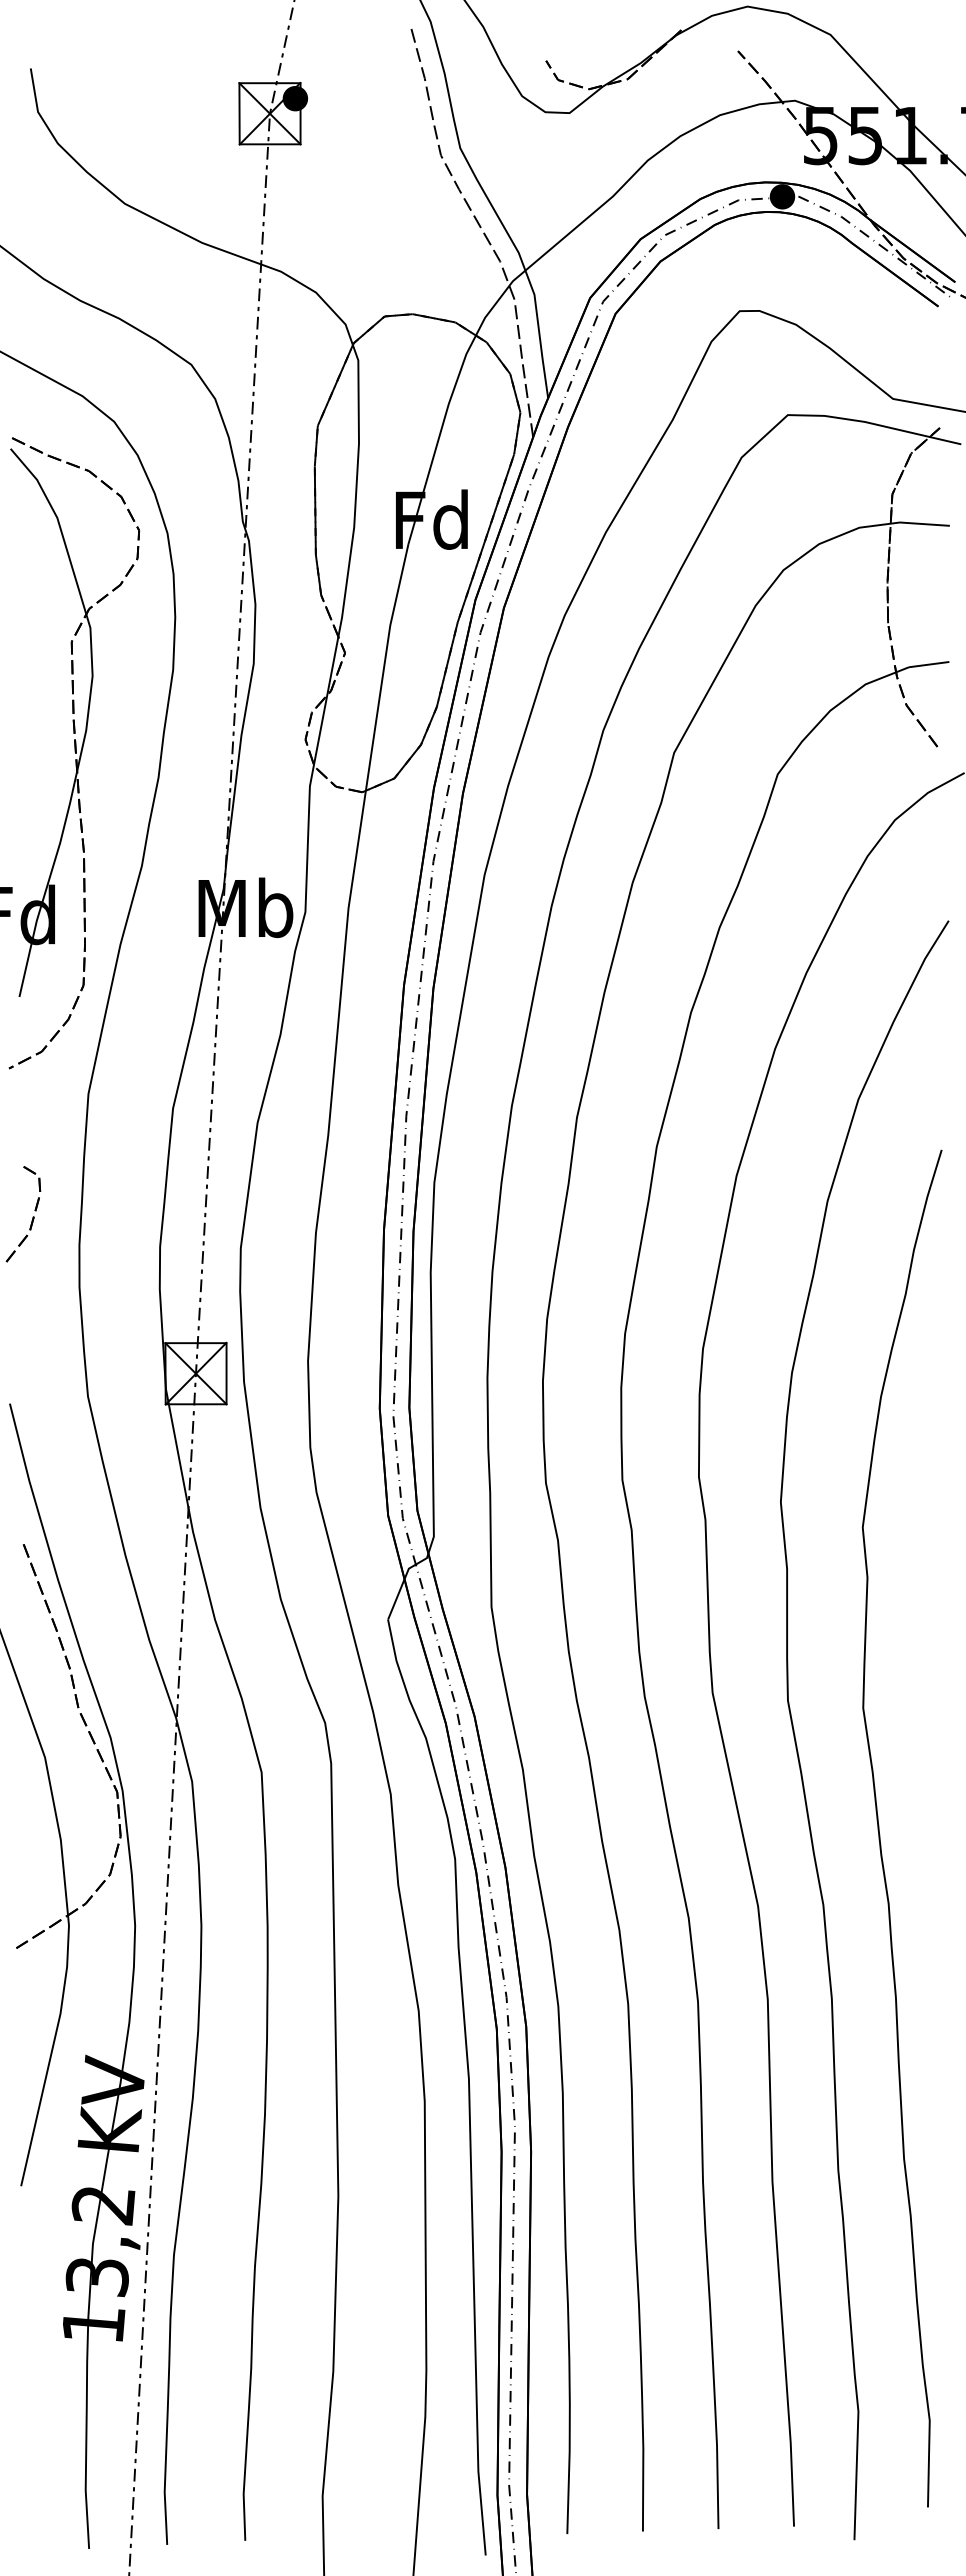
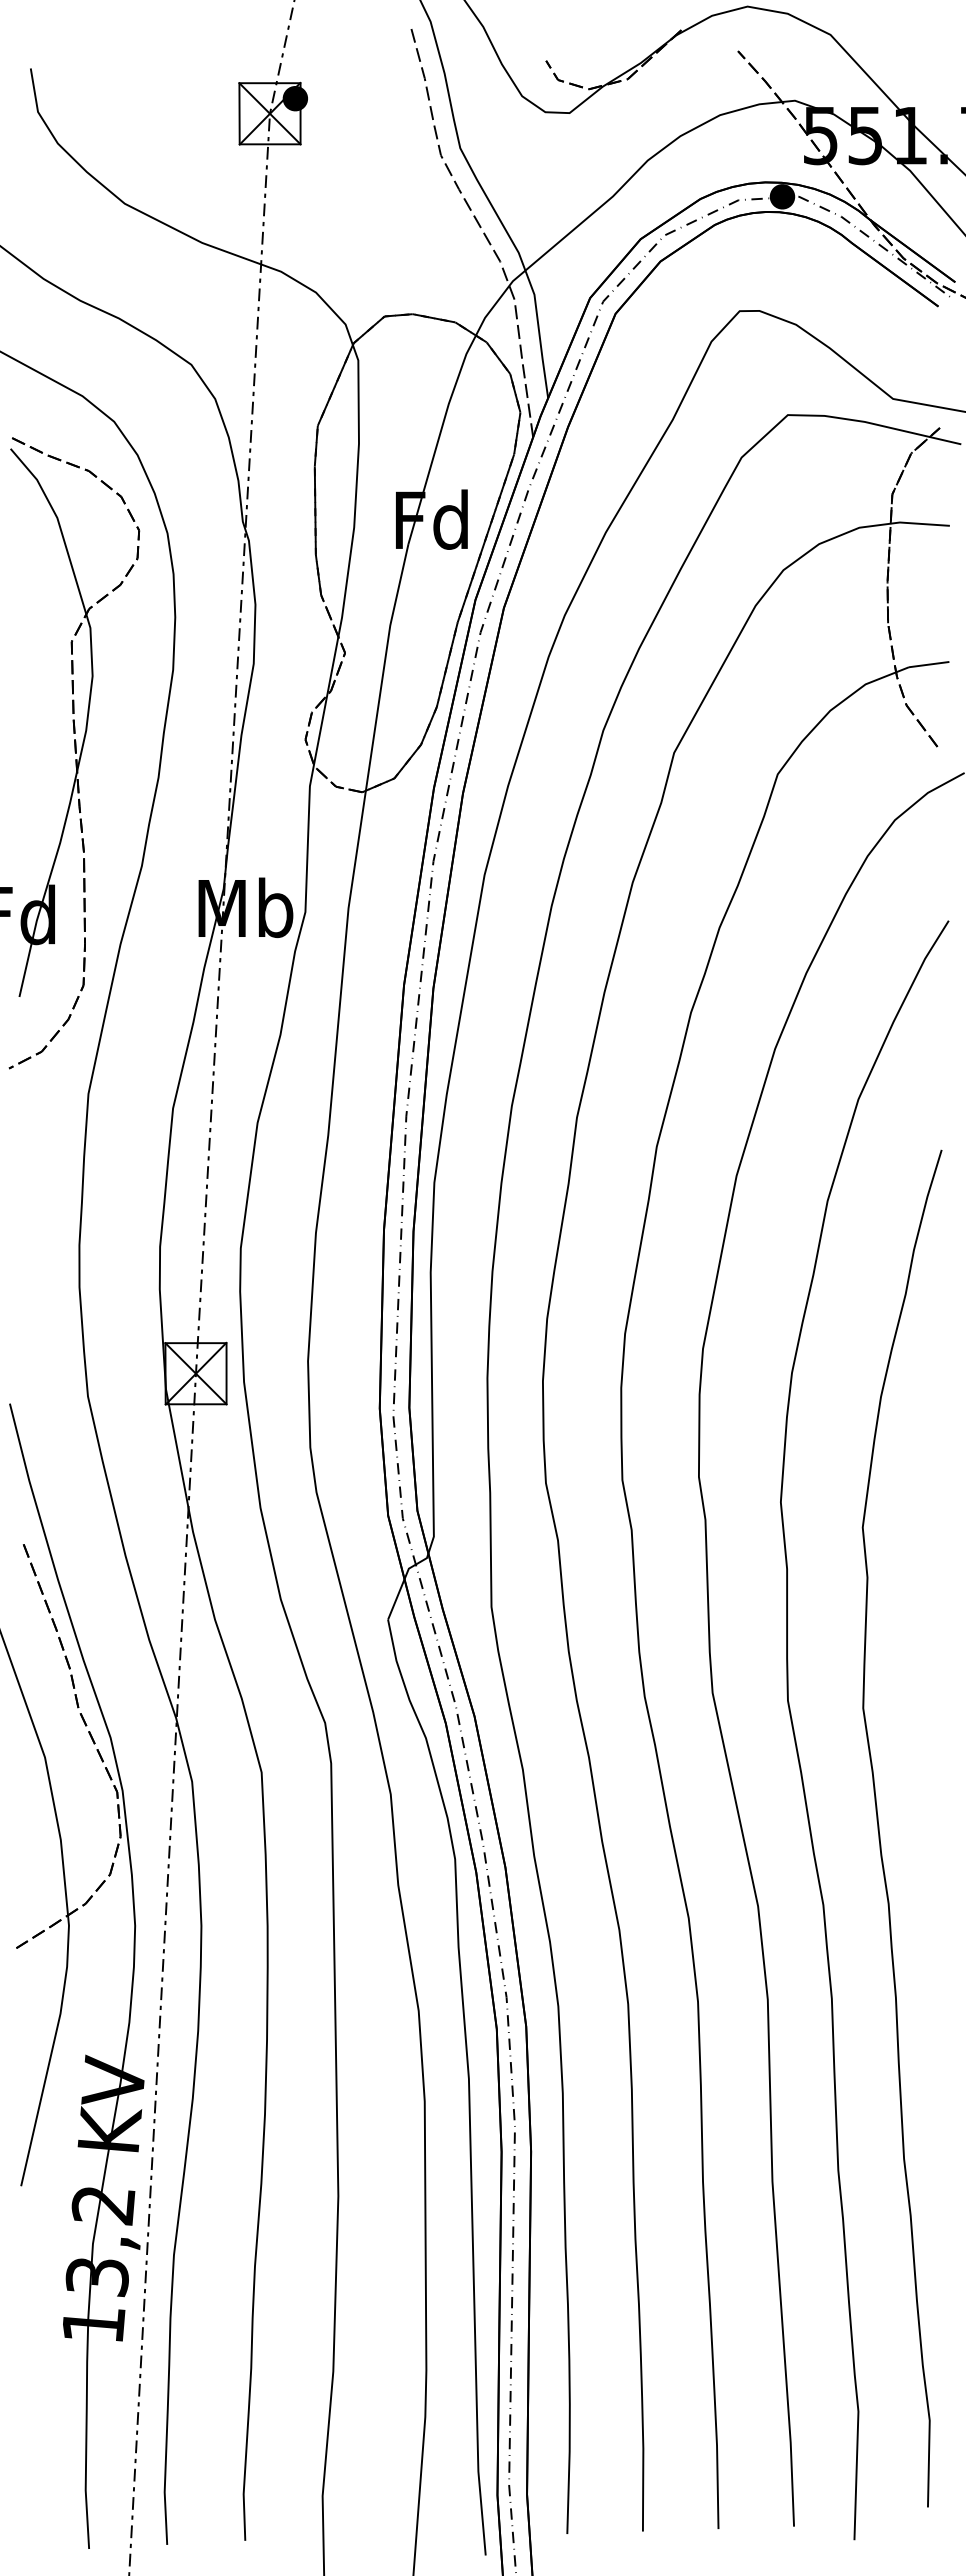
part at (32, 1217): present -> none
